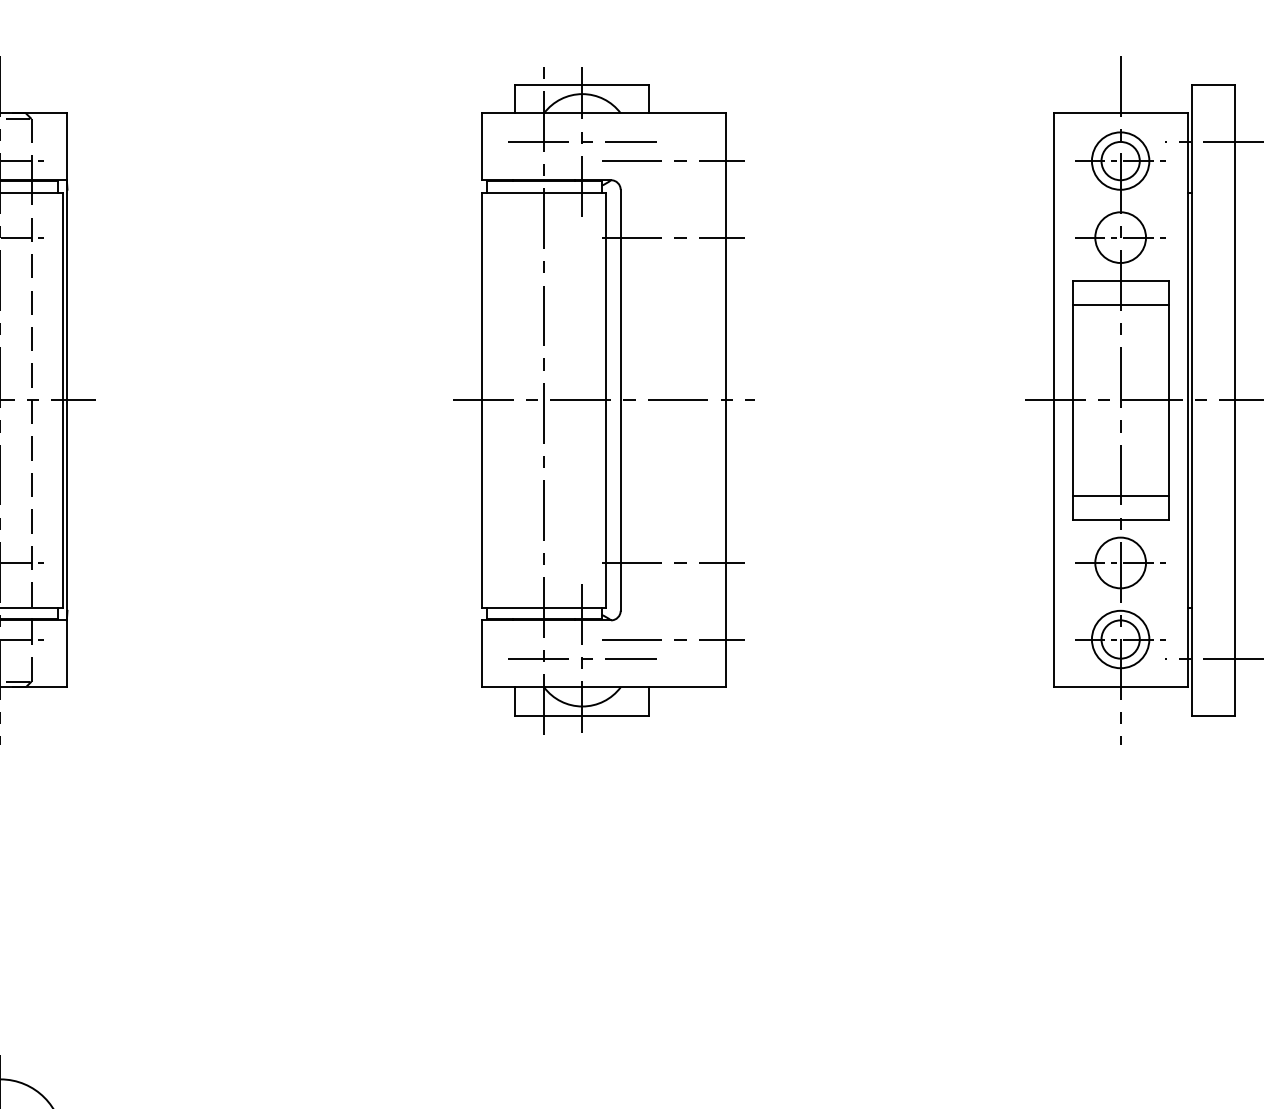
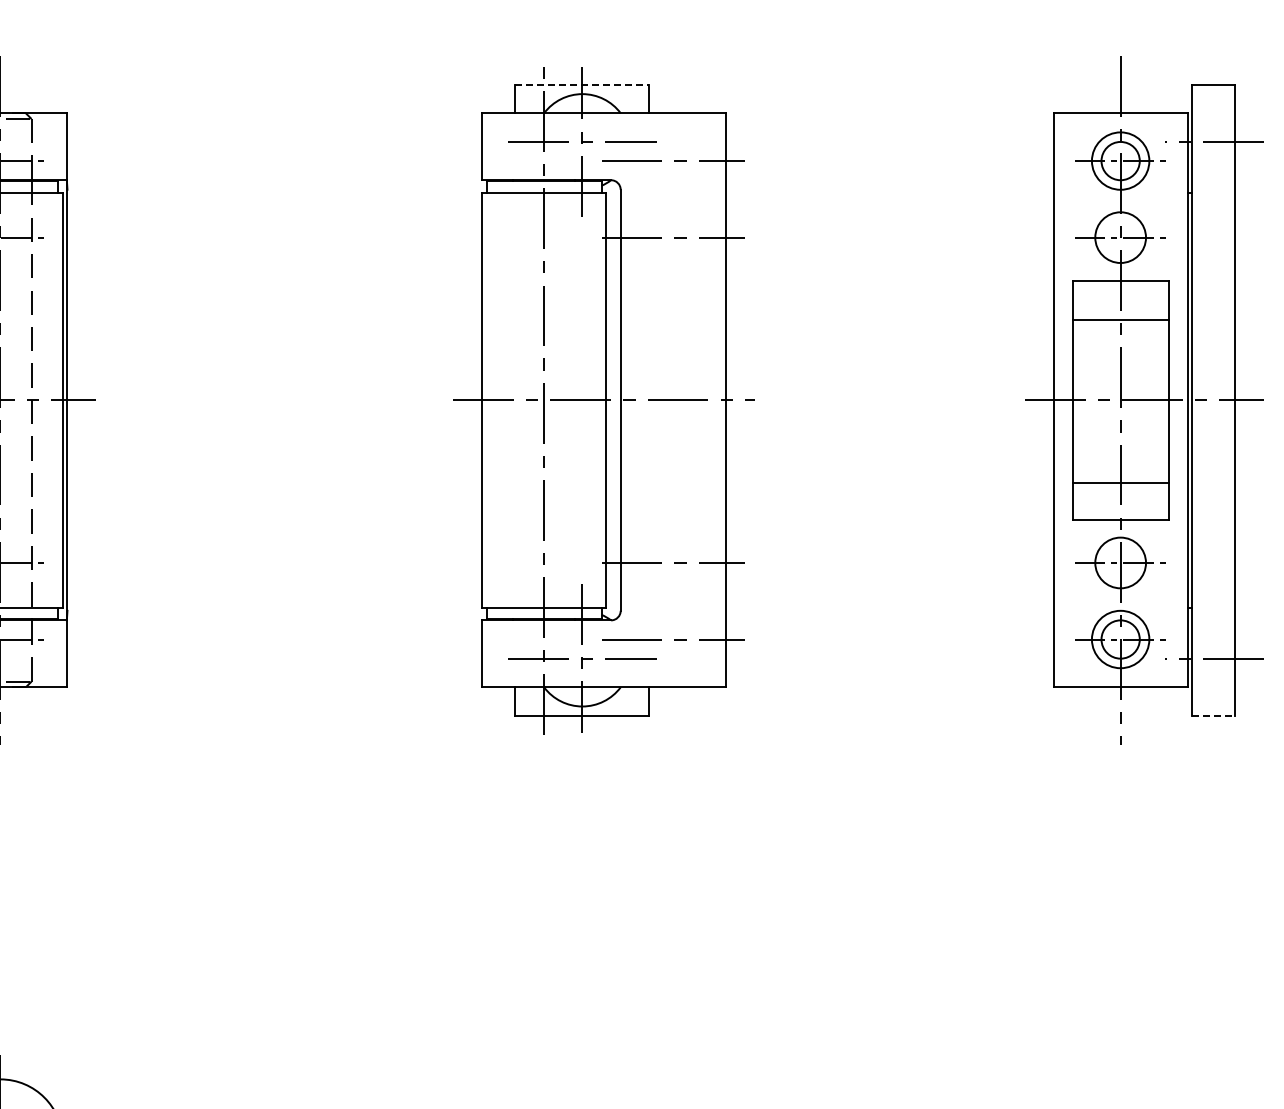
line at (582, 84): solid -> dashed
line at (1120, 304) position: (1120, 304) -> (1120, 319)
line at (1120, 496) position: (1120, 496) -> (1120, 483)
line at (1213, 716): solid -> dashed
